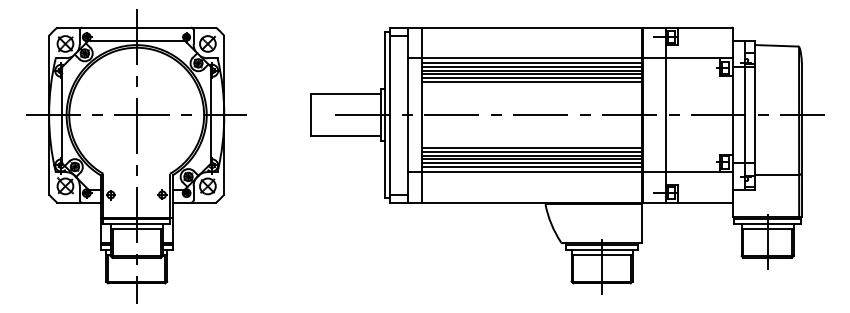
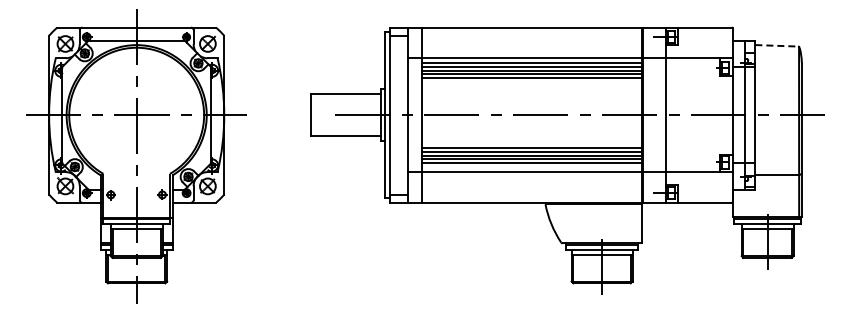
line at (777, 45): solid -> dashed
line at (531, 81): present -> none
line at (531, 166): present -> none
